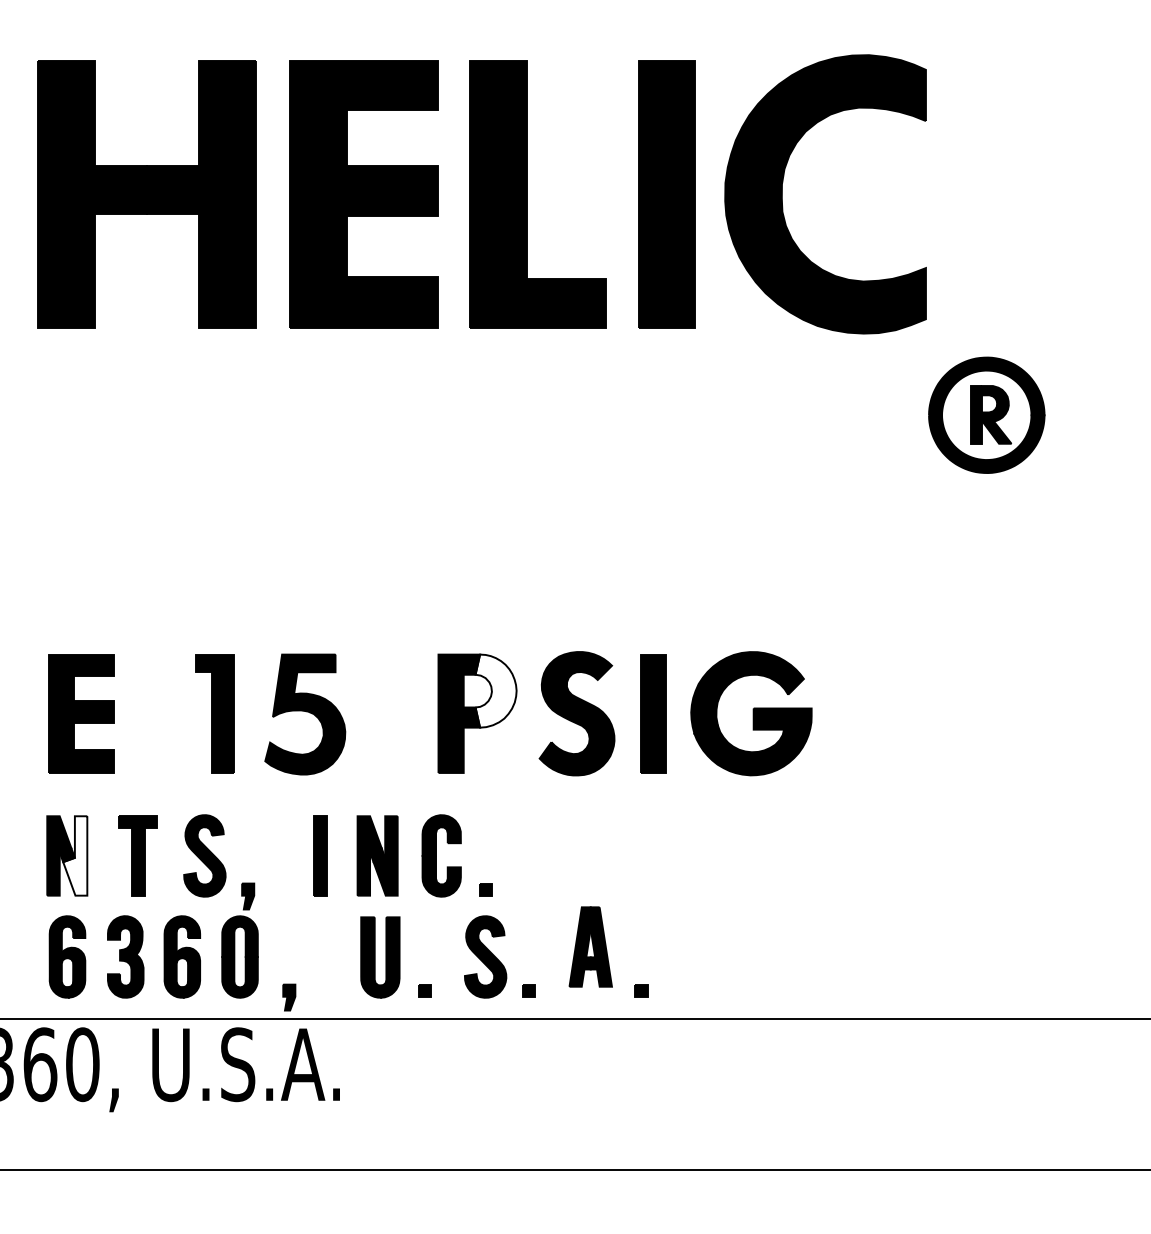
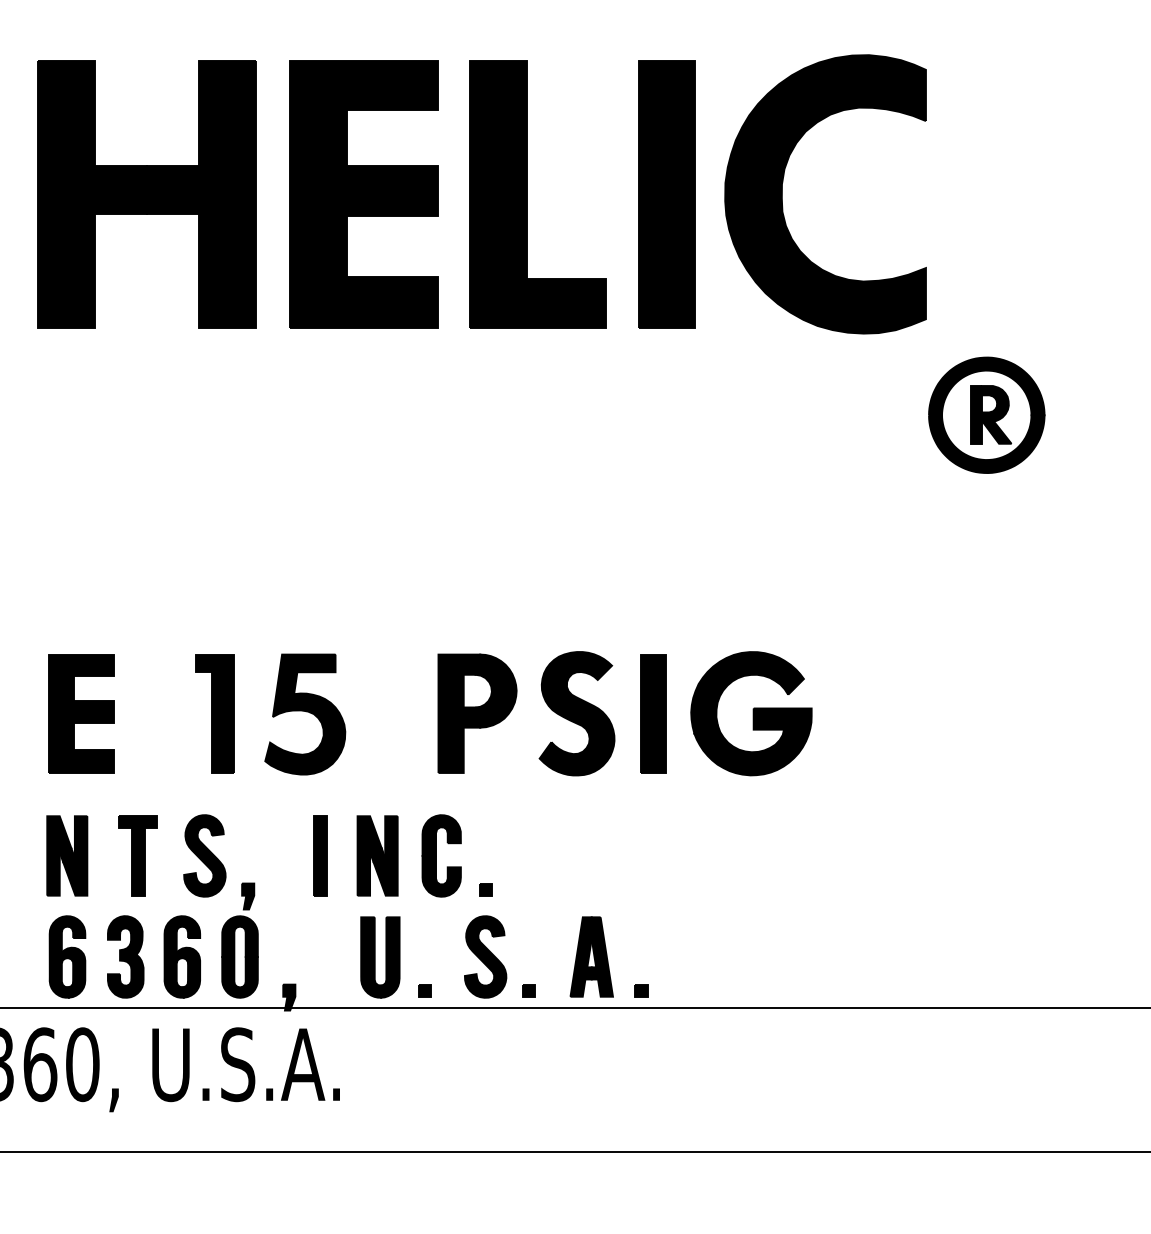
fill at (495, 690): none -> present
fill at (75, 855): none -> present
part at (590, 946) position: (590, 946) -> (591, 956)
line at (574, 1018) position: (574, 1018) -> (574, 1007)
line at (574, 1169) position: (574, 1169) -> (574, 1151)
